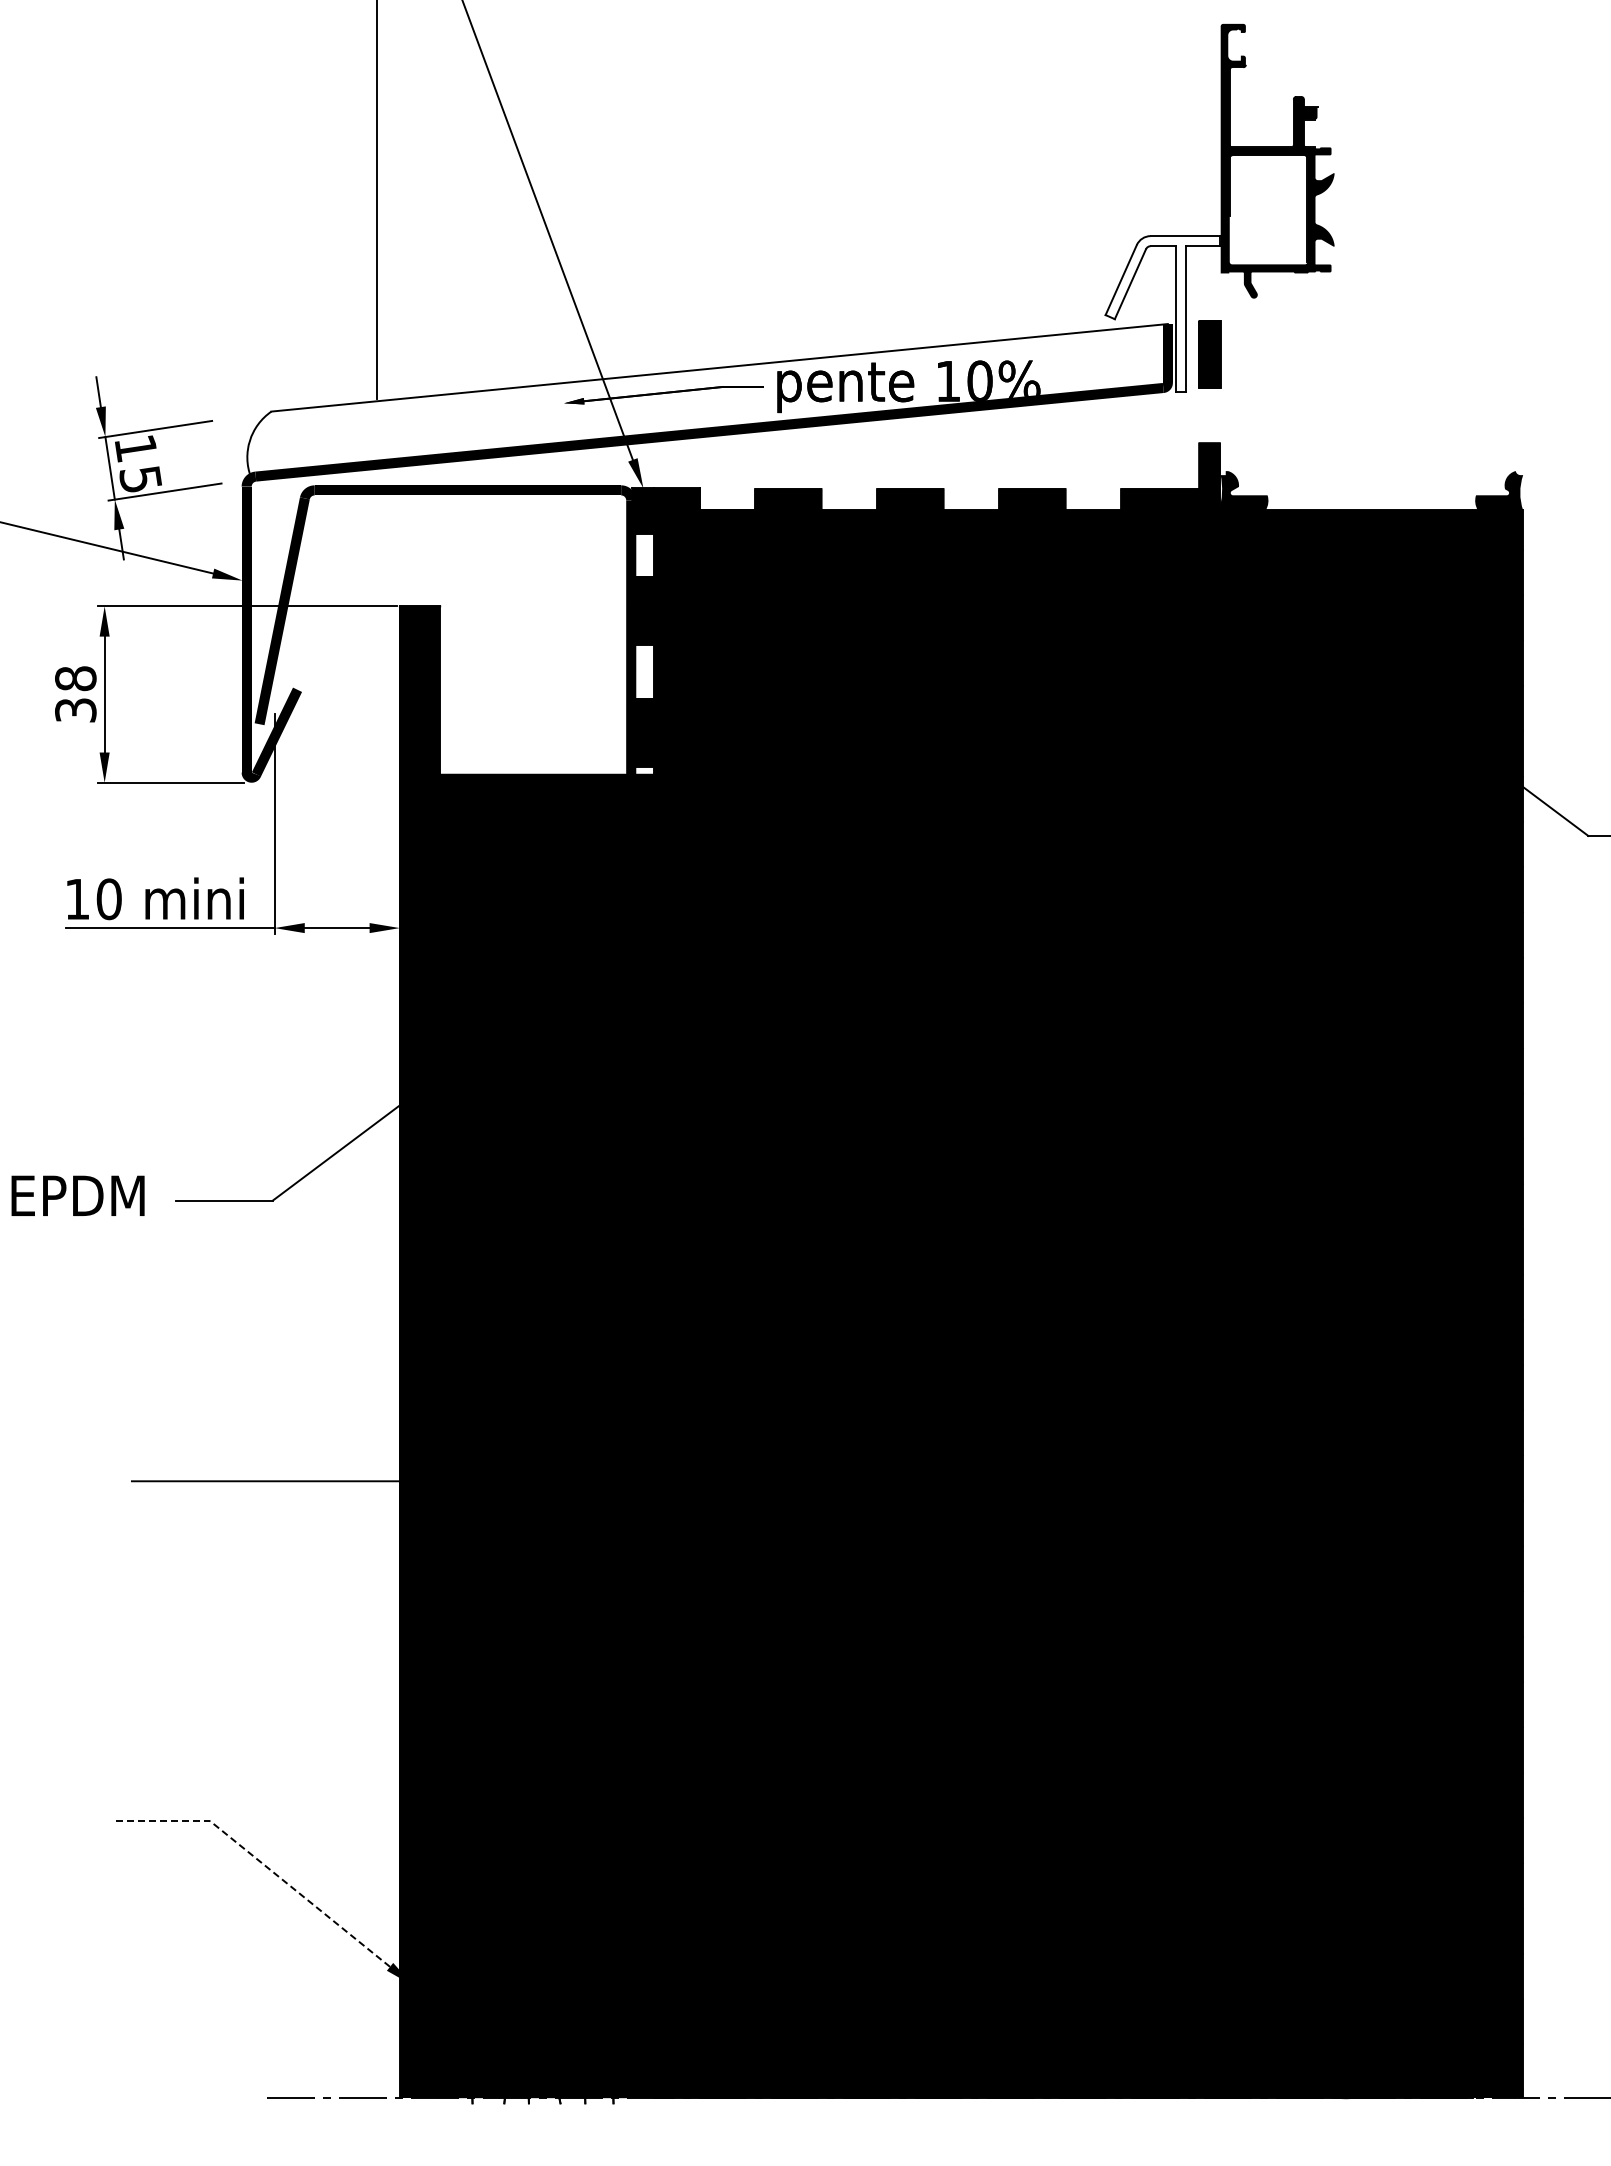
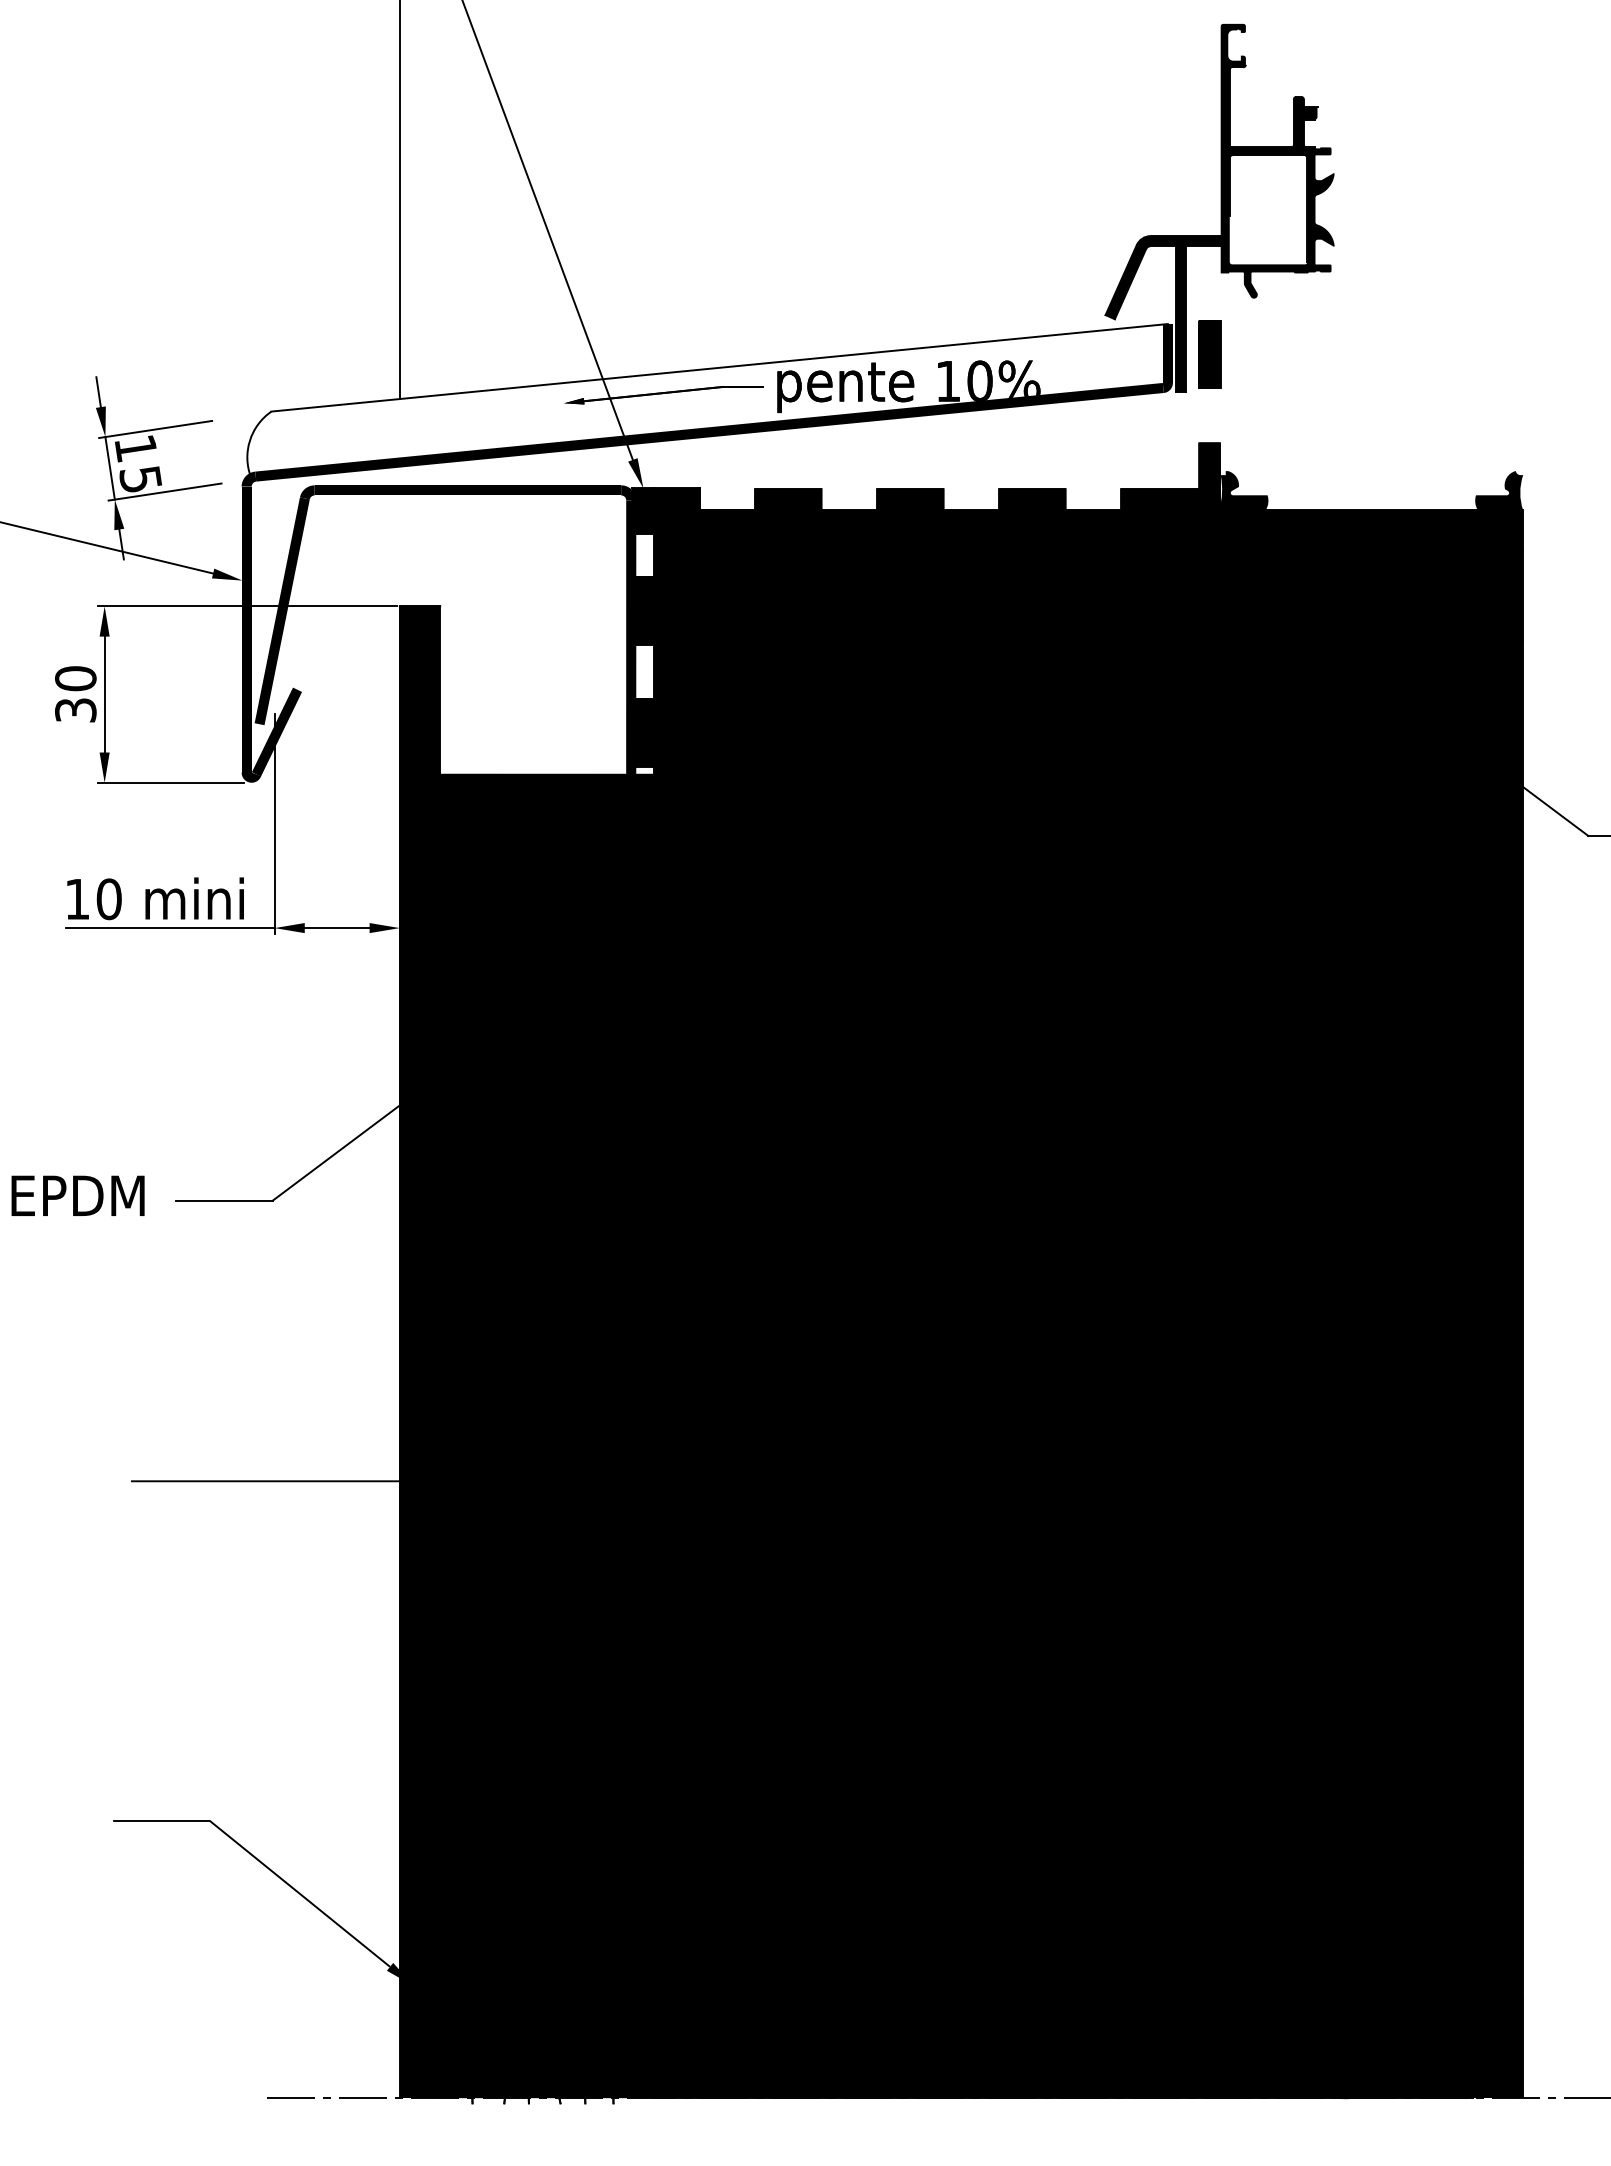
line at (376, 200) position: (376, 200) -> (399, 200)
fill at (1162, 314): none -> present
text at (75, 678): 38 -> 30
line at (261, 1863): dashed -> solid
